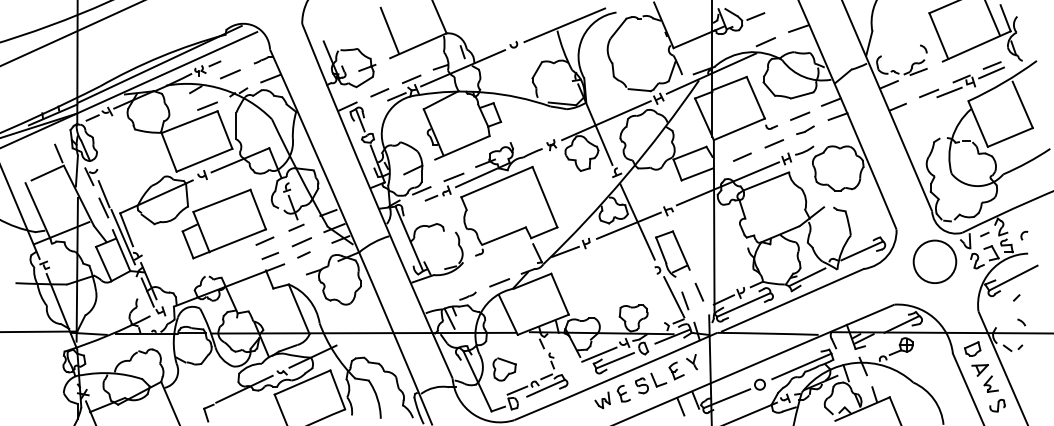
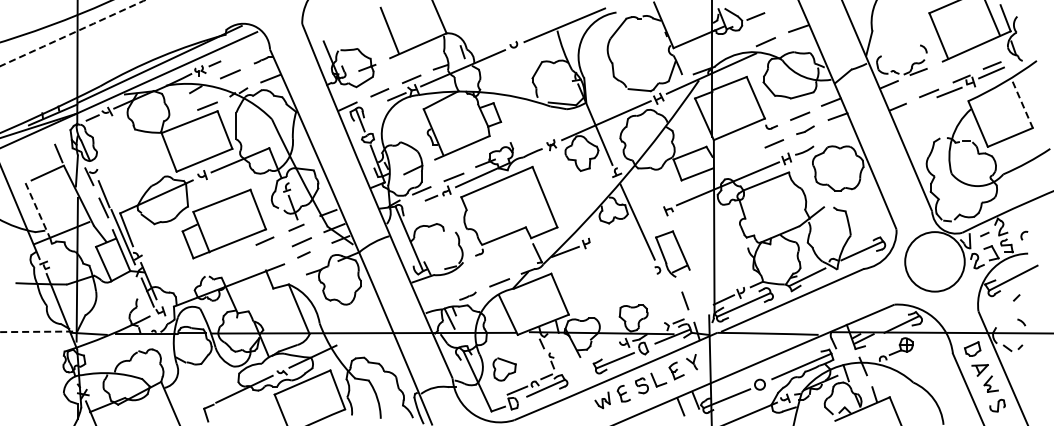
arc at (72, 33): solid -> dashed
line at (1022, 105): solid -> dashed
line at (742, 156): present -> none
line at (37, 210): solid -> dashed
line at (628, 225): present -> none
line at (270, 255): present -> none
circle at (934, 261) diameter: 43 px -> 60 px
line at (699, 291): present -> none
line at (674, 297): present -> none
line at (39, 331): solid -> dashed
line at (599, 354): present -> none
